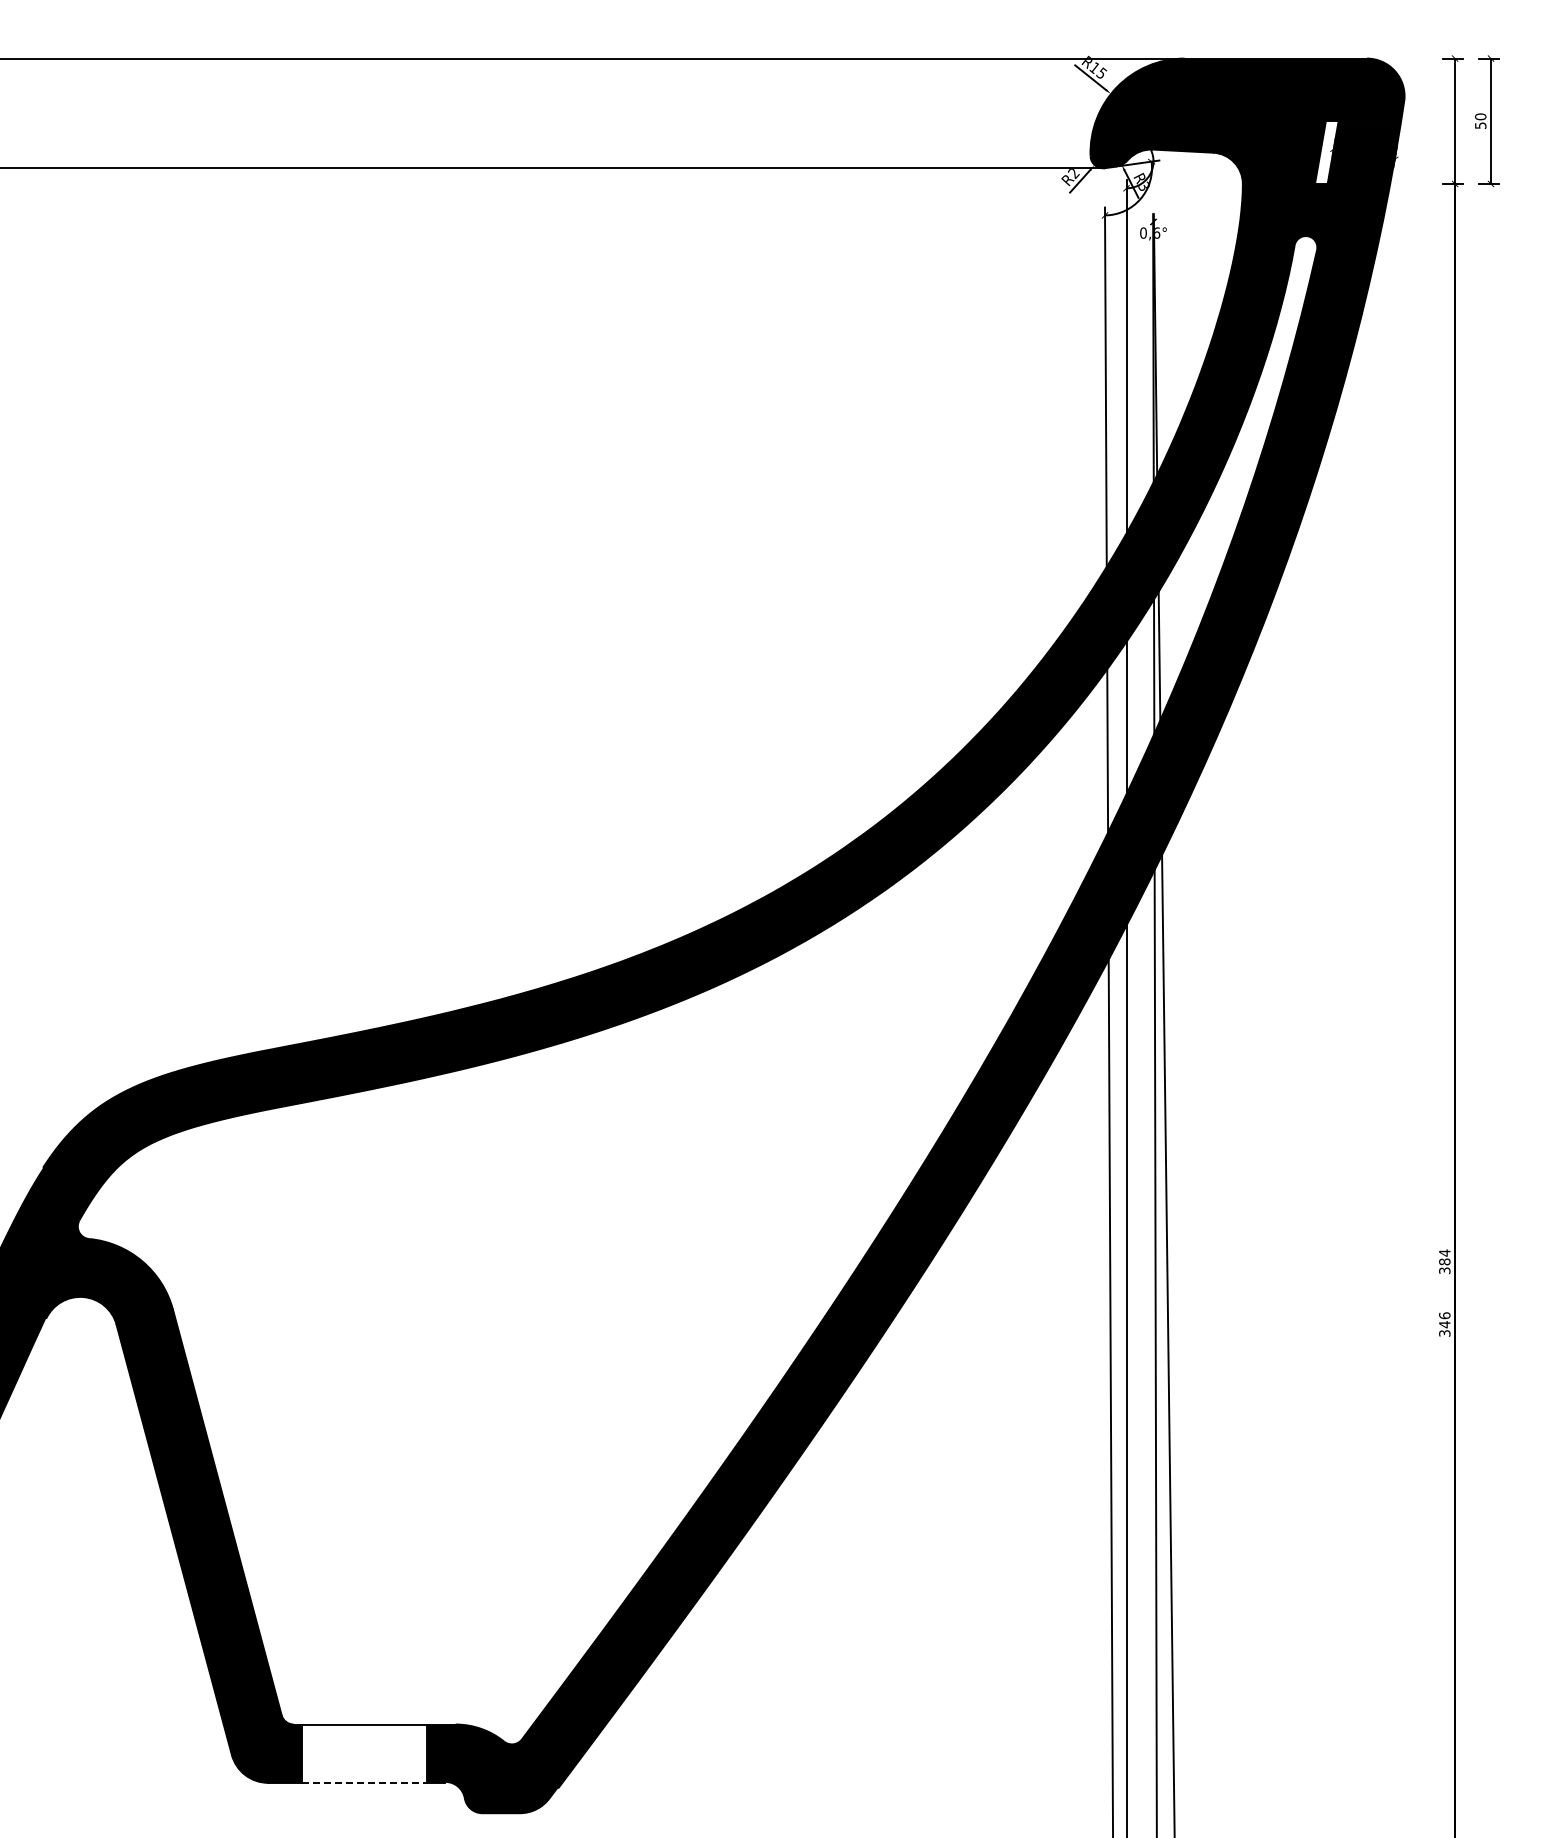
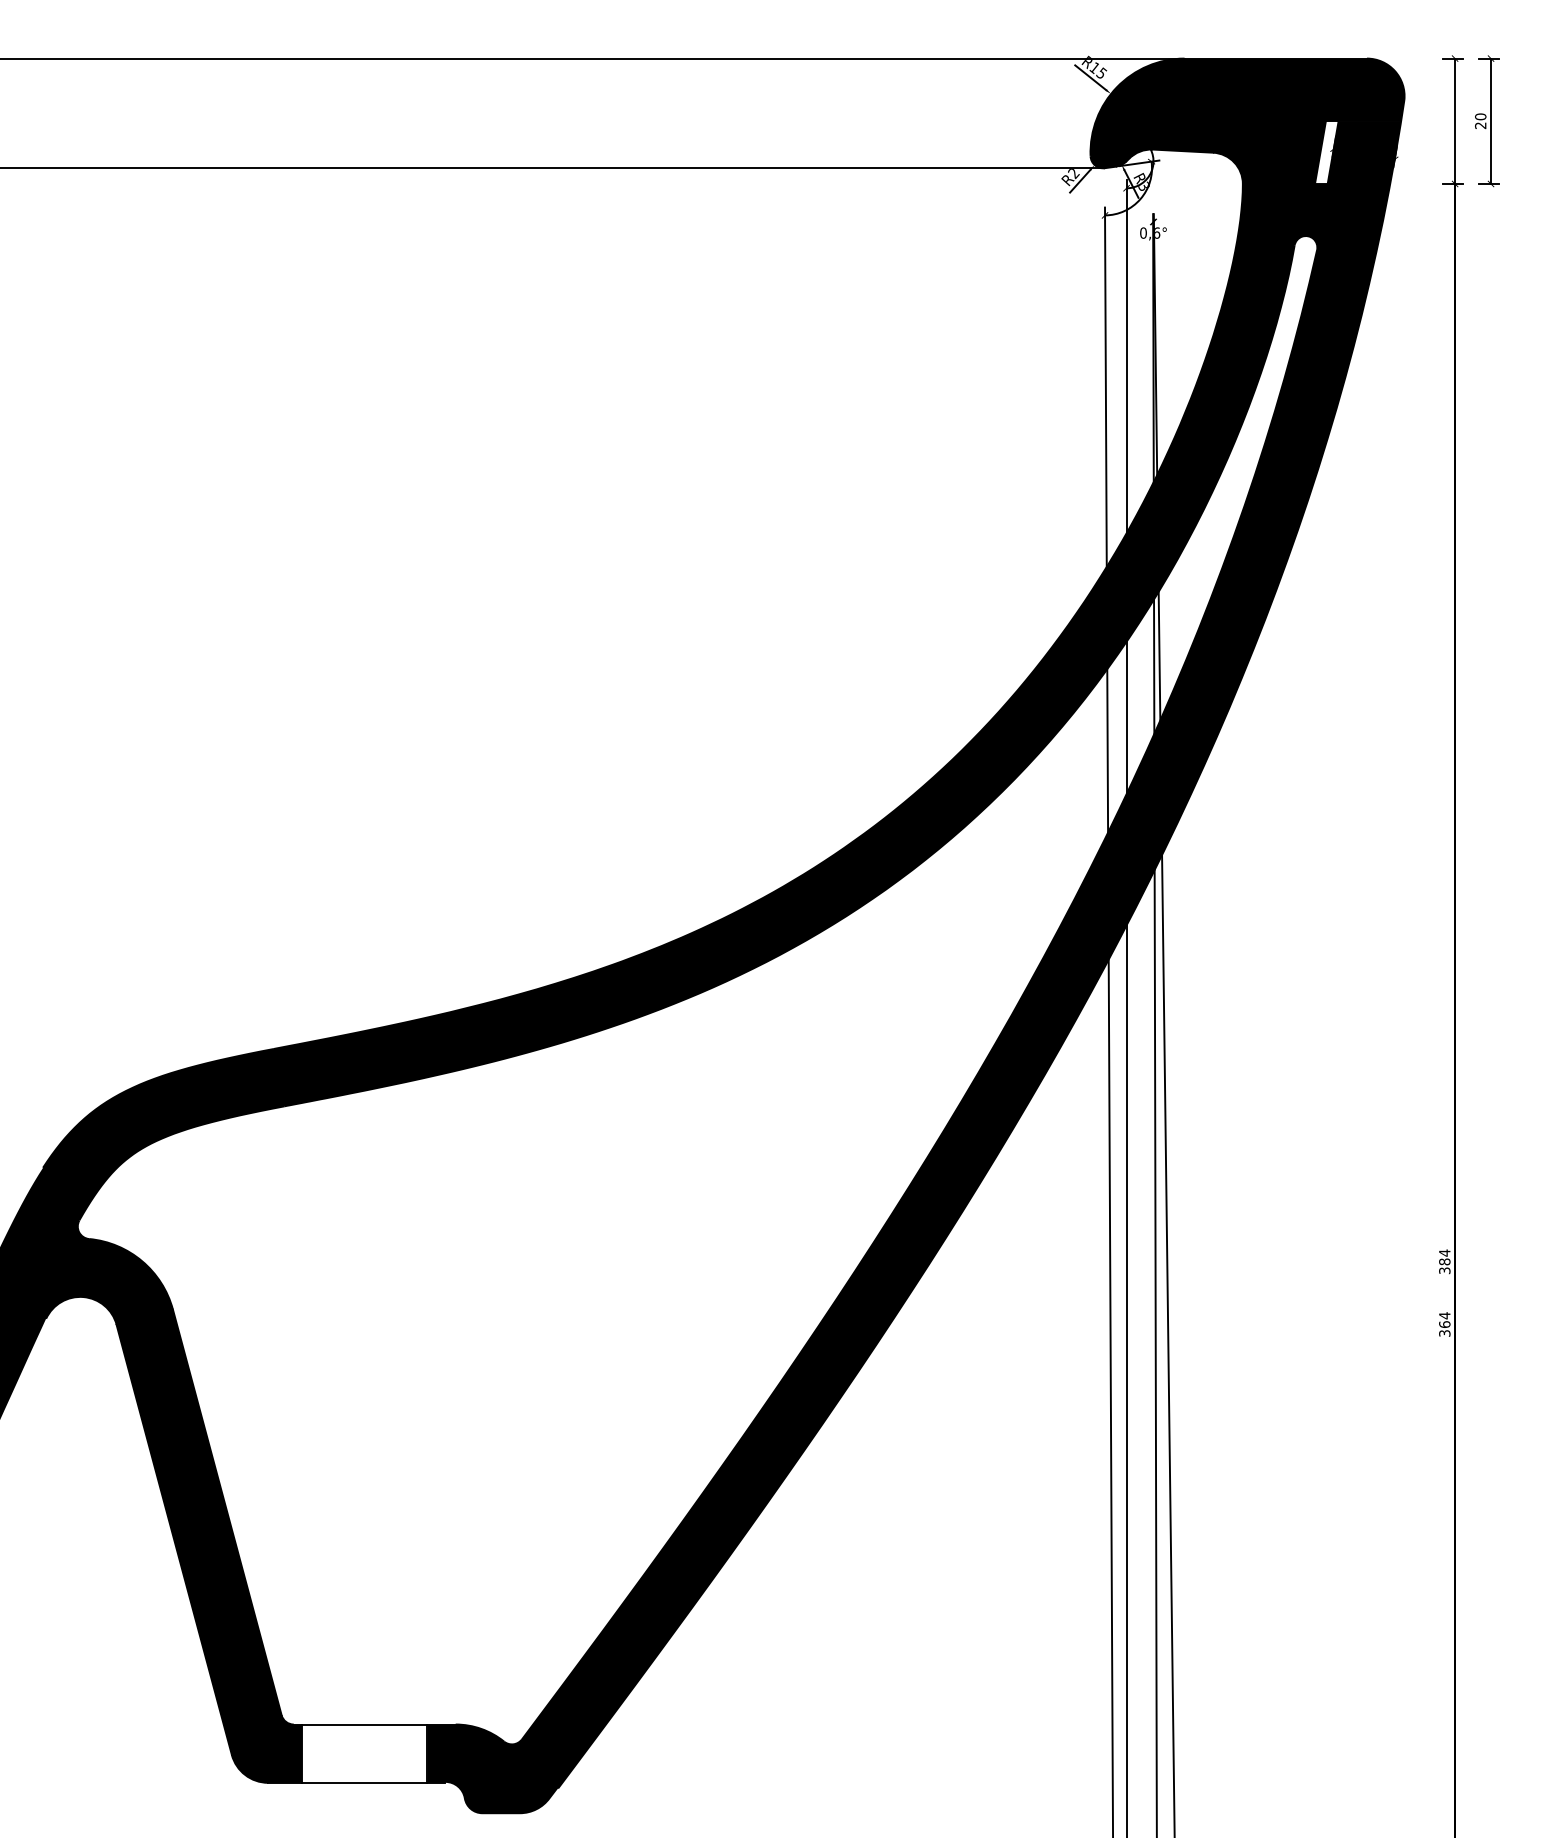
text at (1480, 125): 50 -> 20
text at (1444, 1320): 346 -> 364
line at (364, 1782): dashed -> solid
